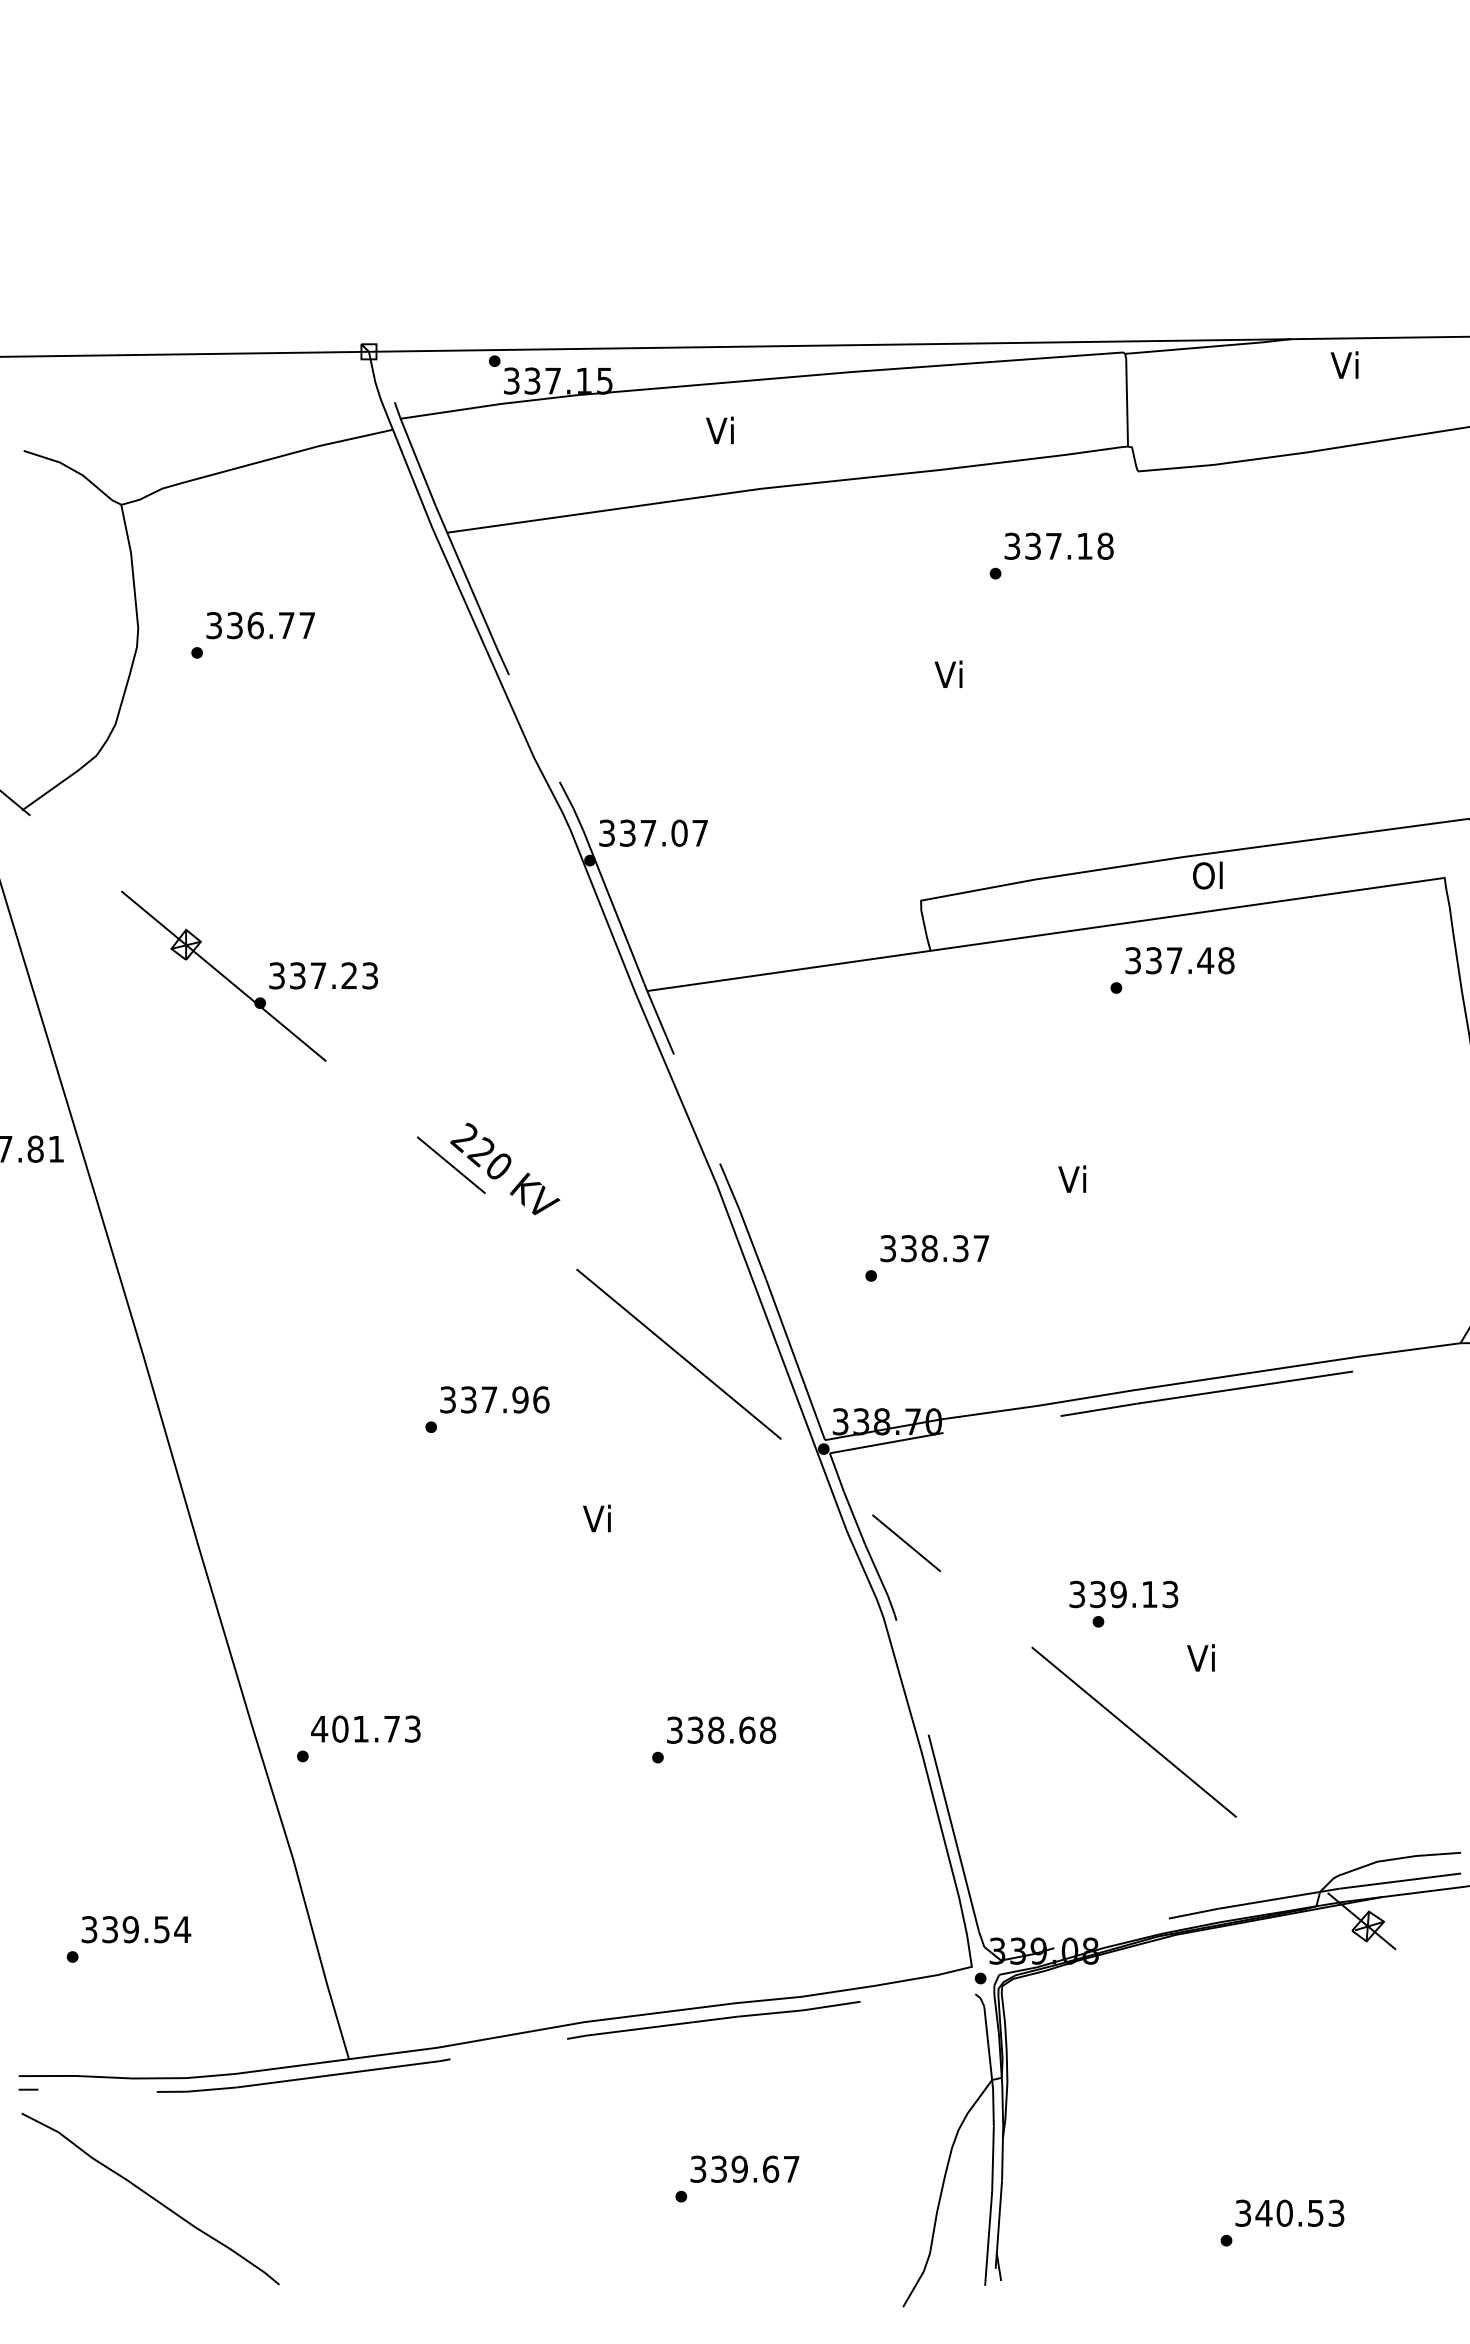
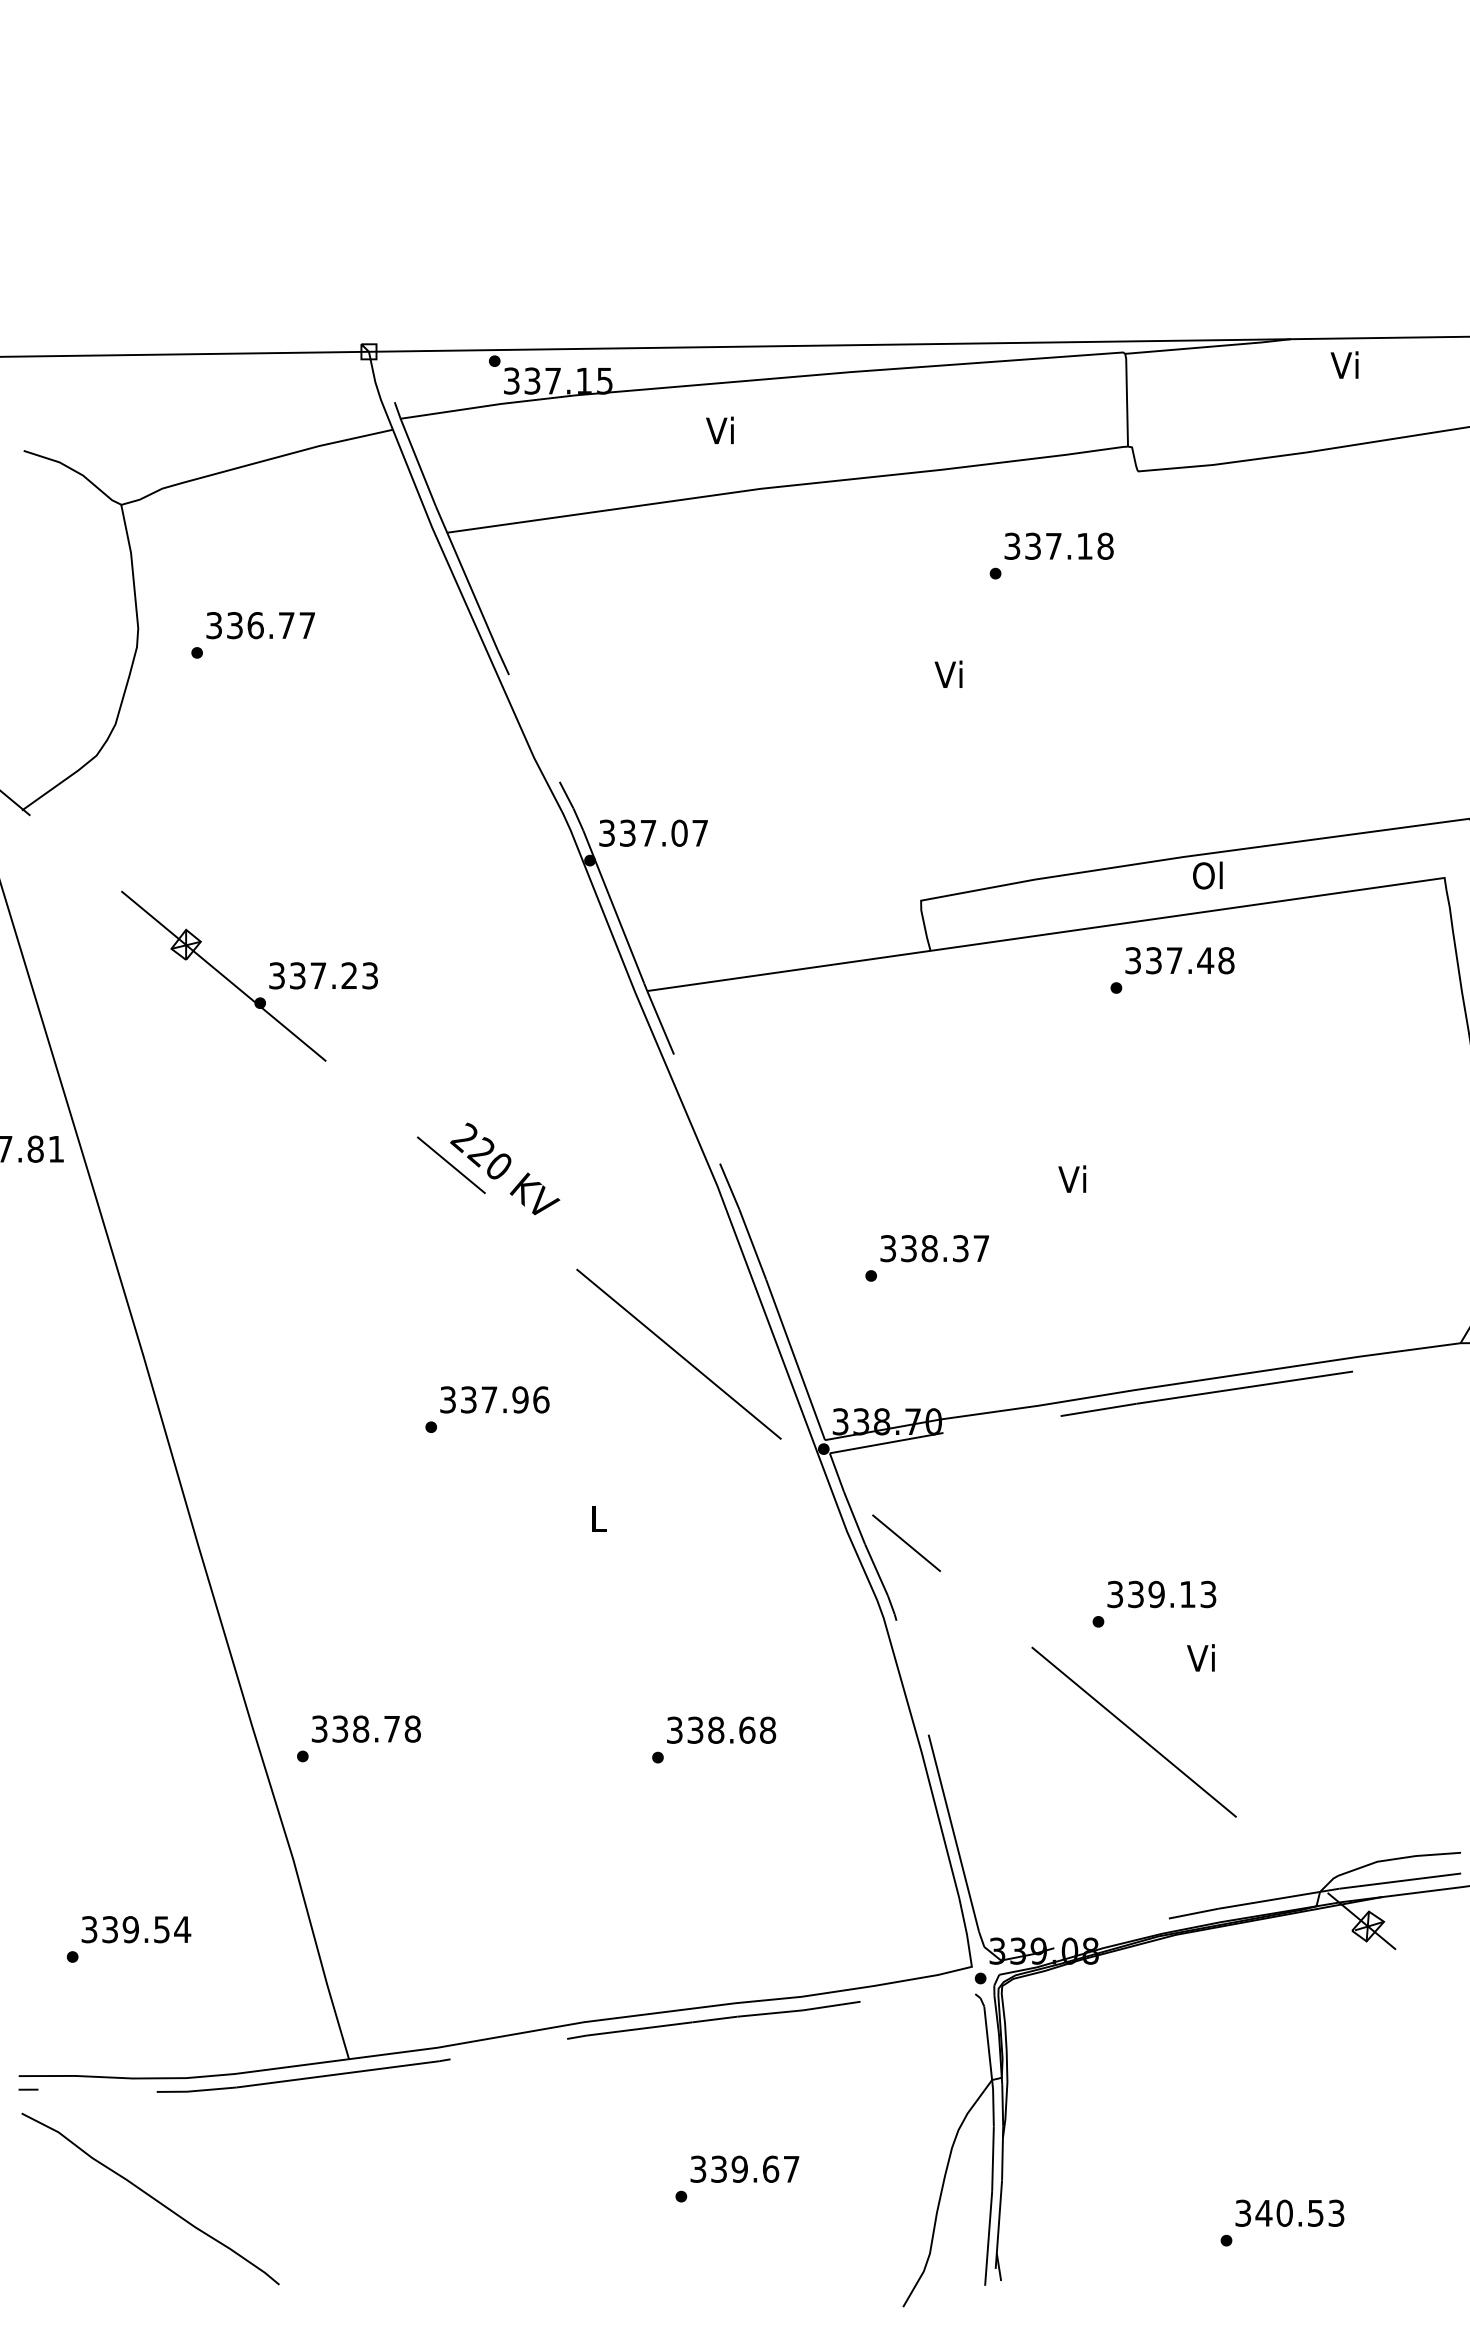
text at (596, 1518): Vi -> L
text at (1123, 1594) position: (1123, 1594) -> (1161, 1594)
text at (365, 1728): 401.73 -> 338.78
